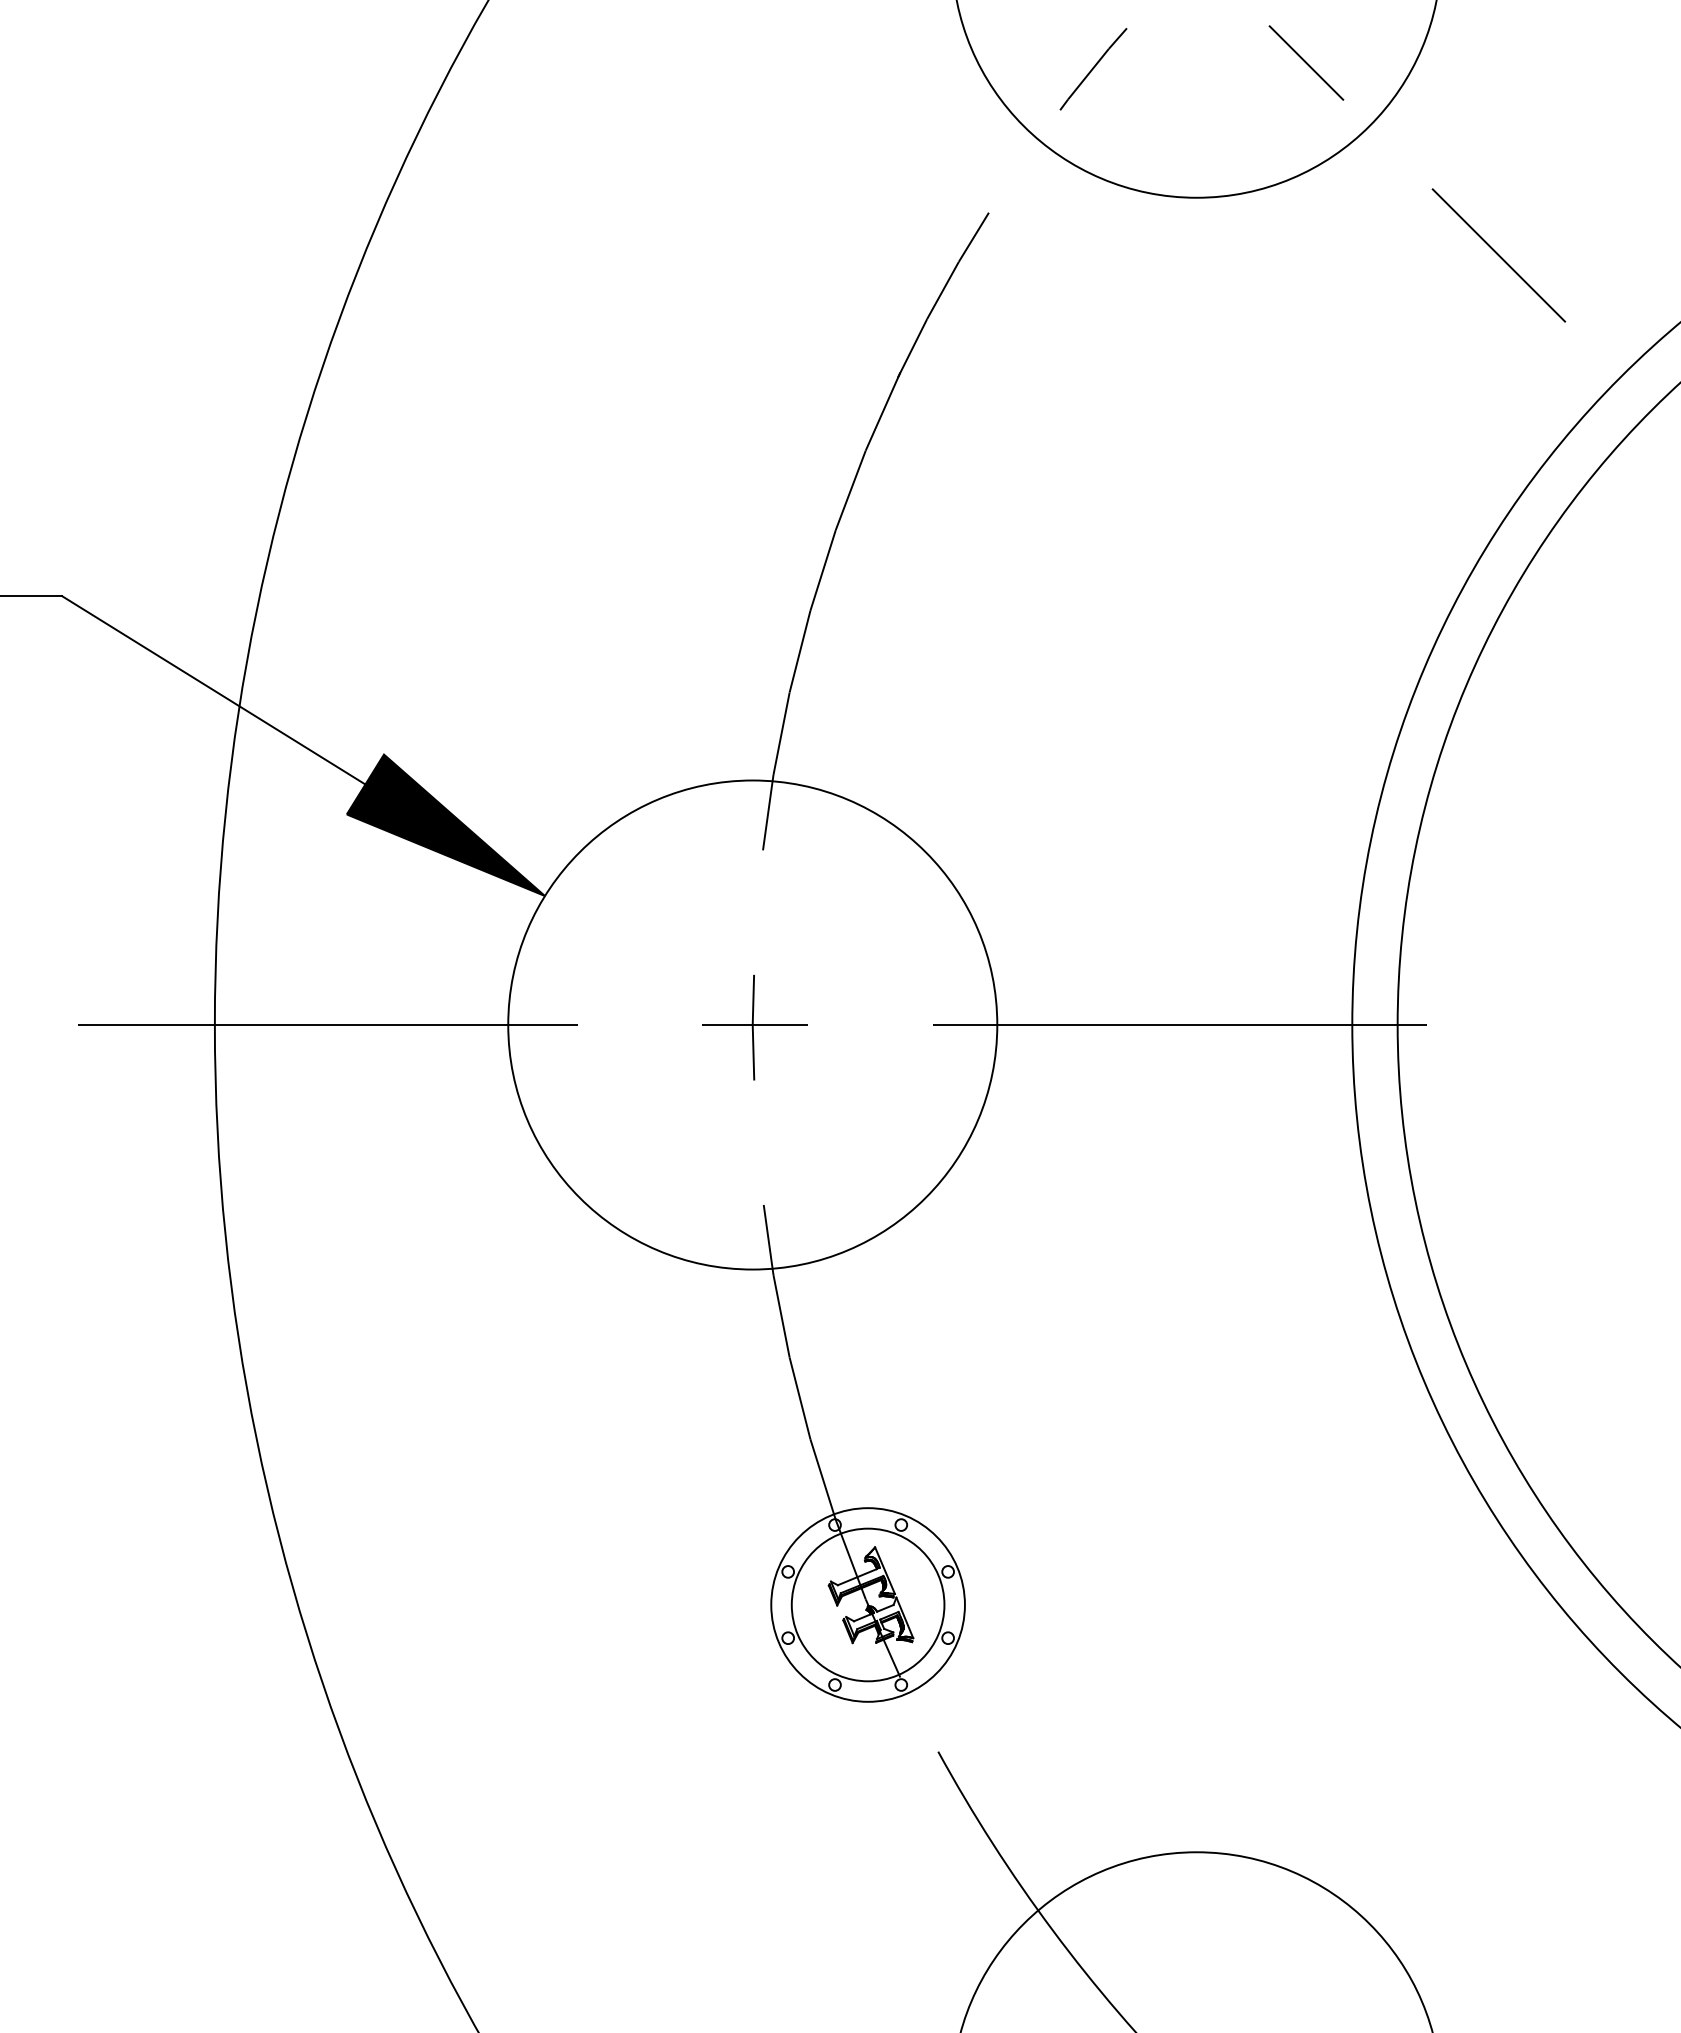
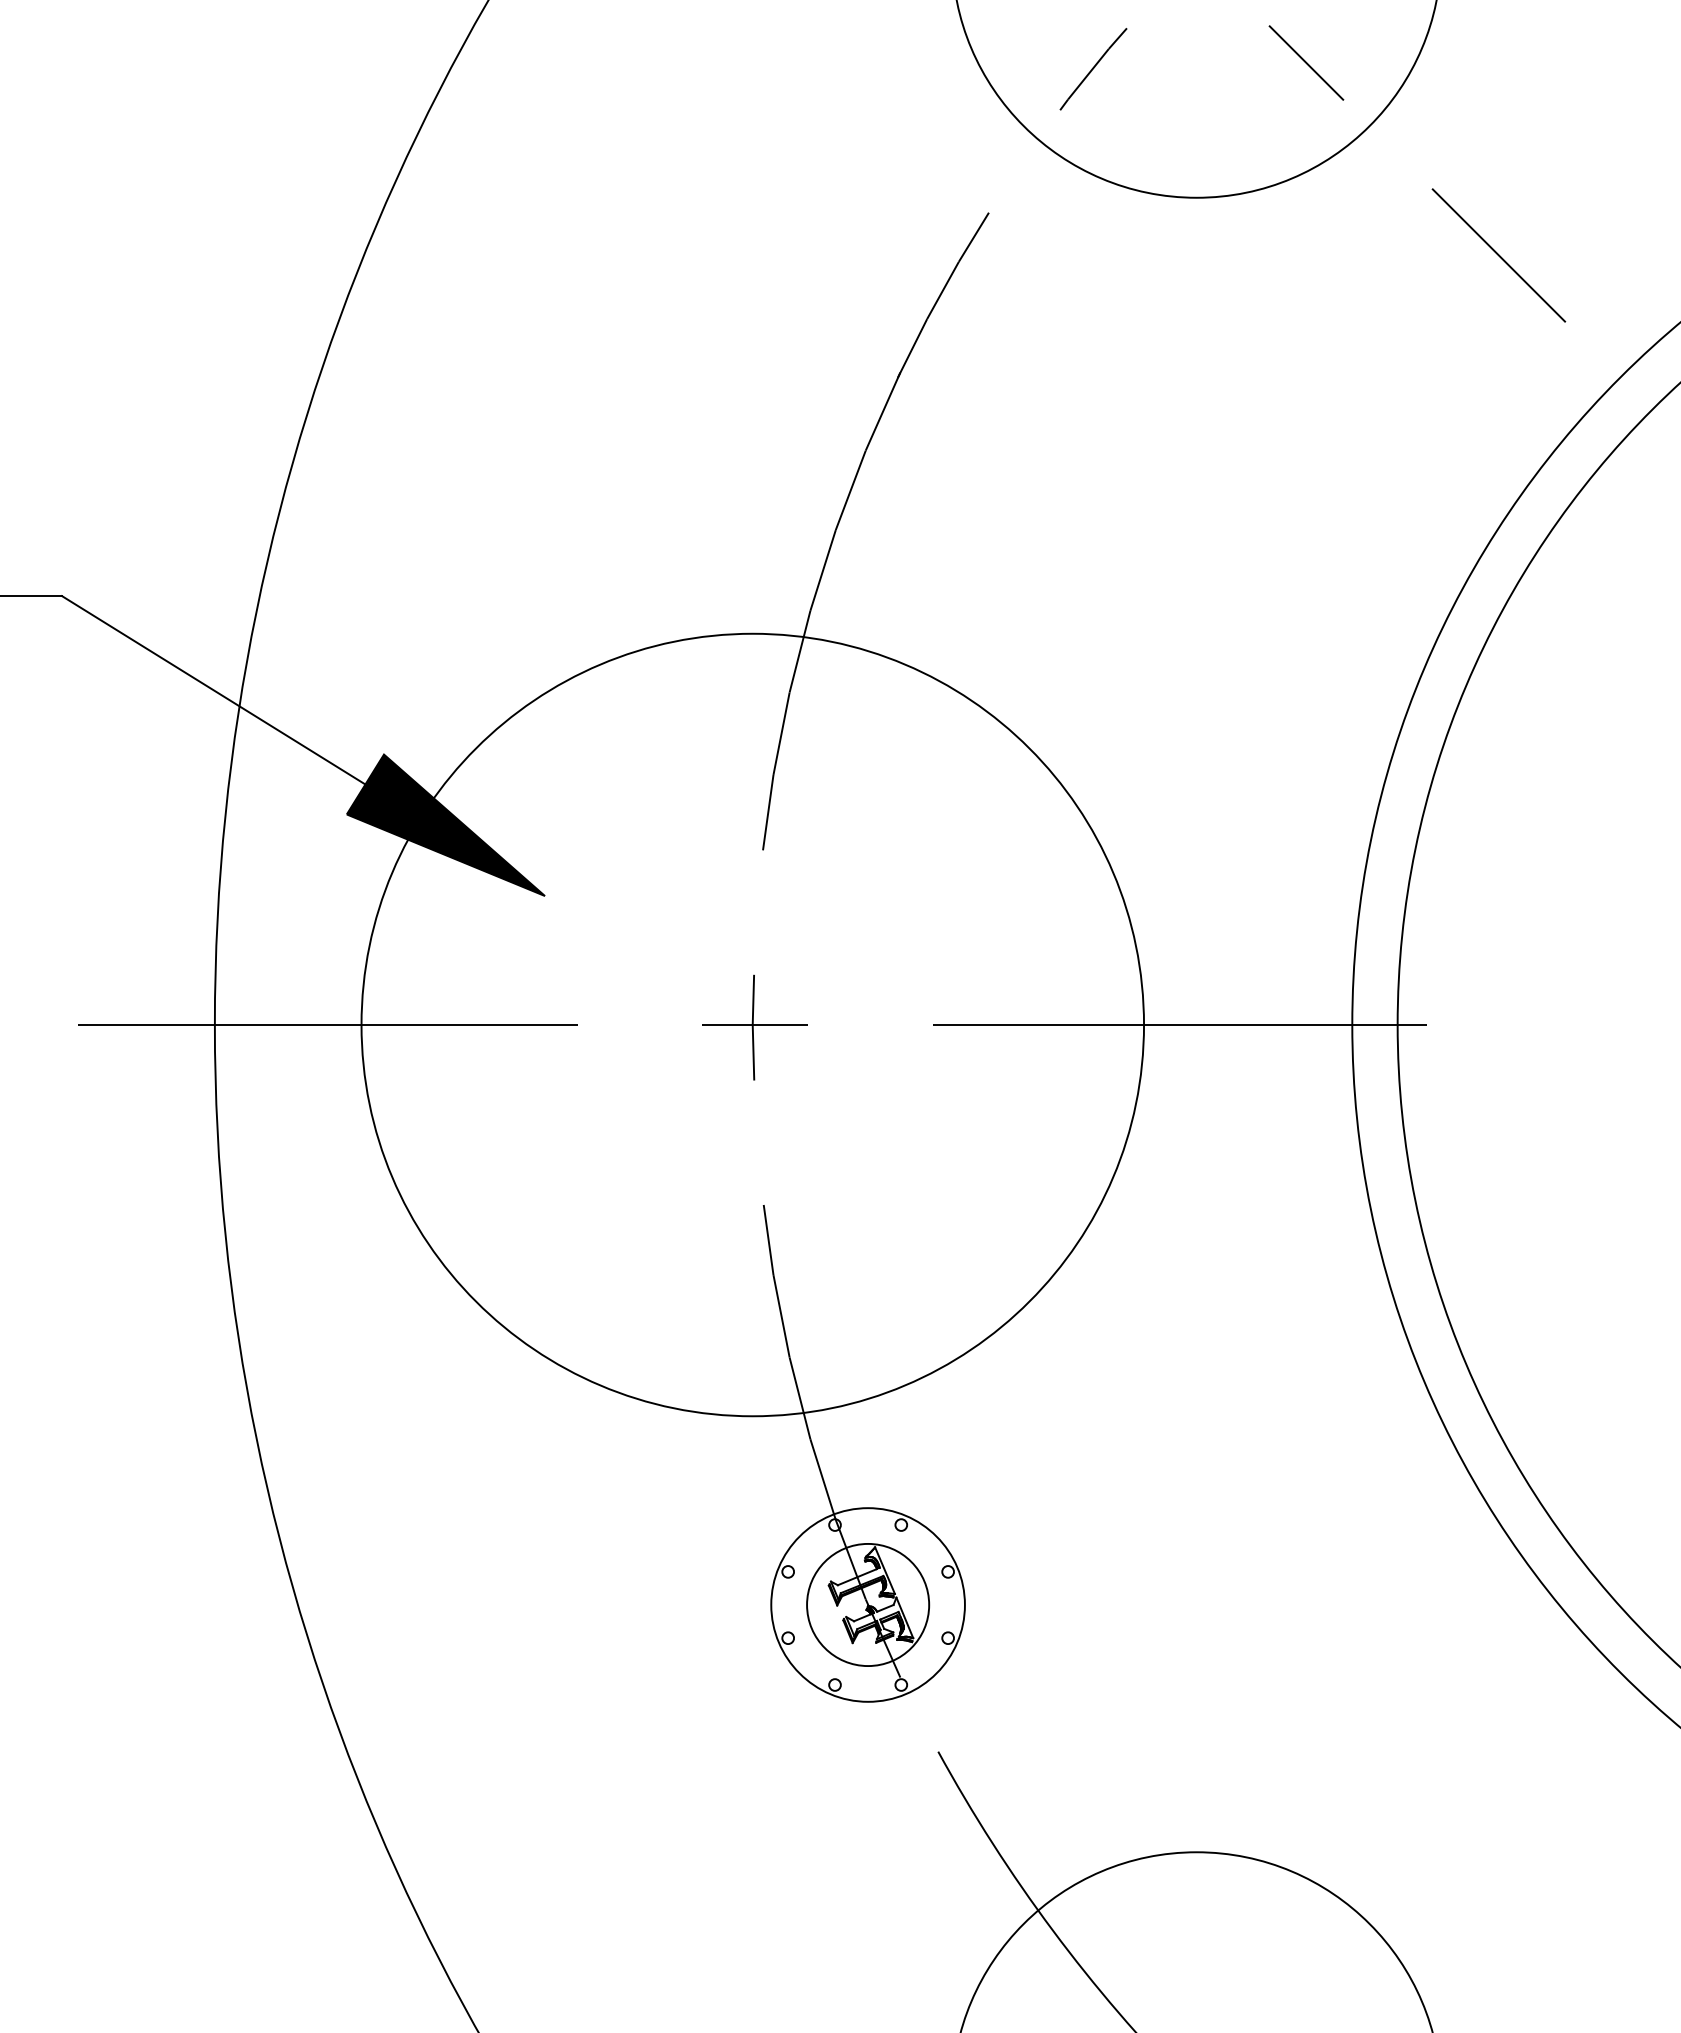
circle at (752, 1024) diameter: 489 px -> 782 px
circle at (867, 1604) diameter: 153 px -> 122 px
